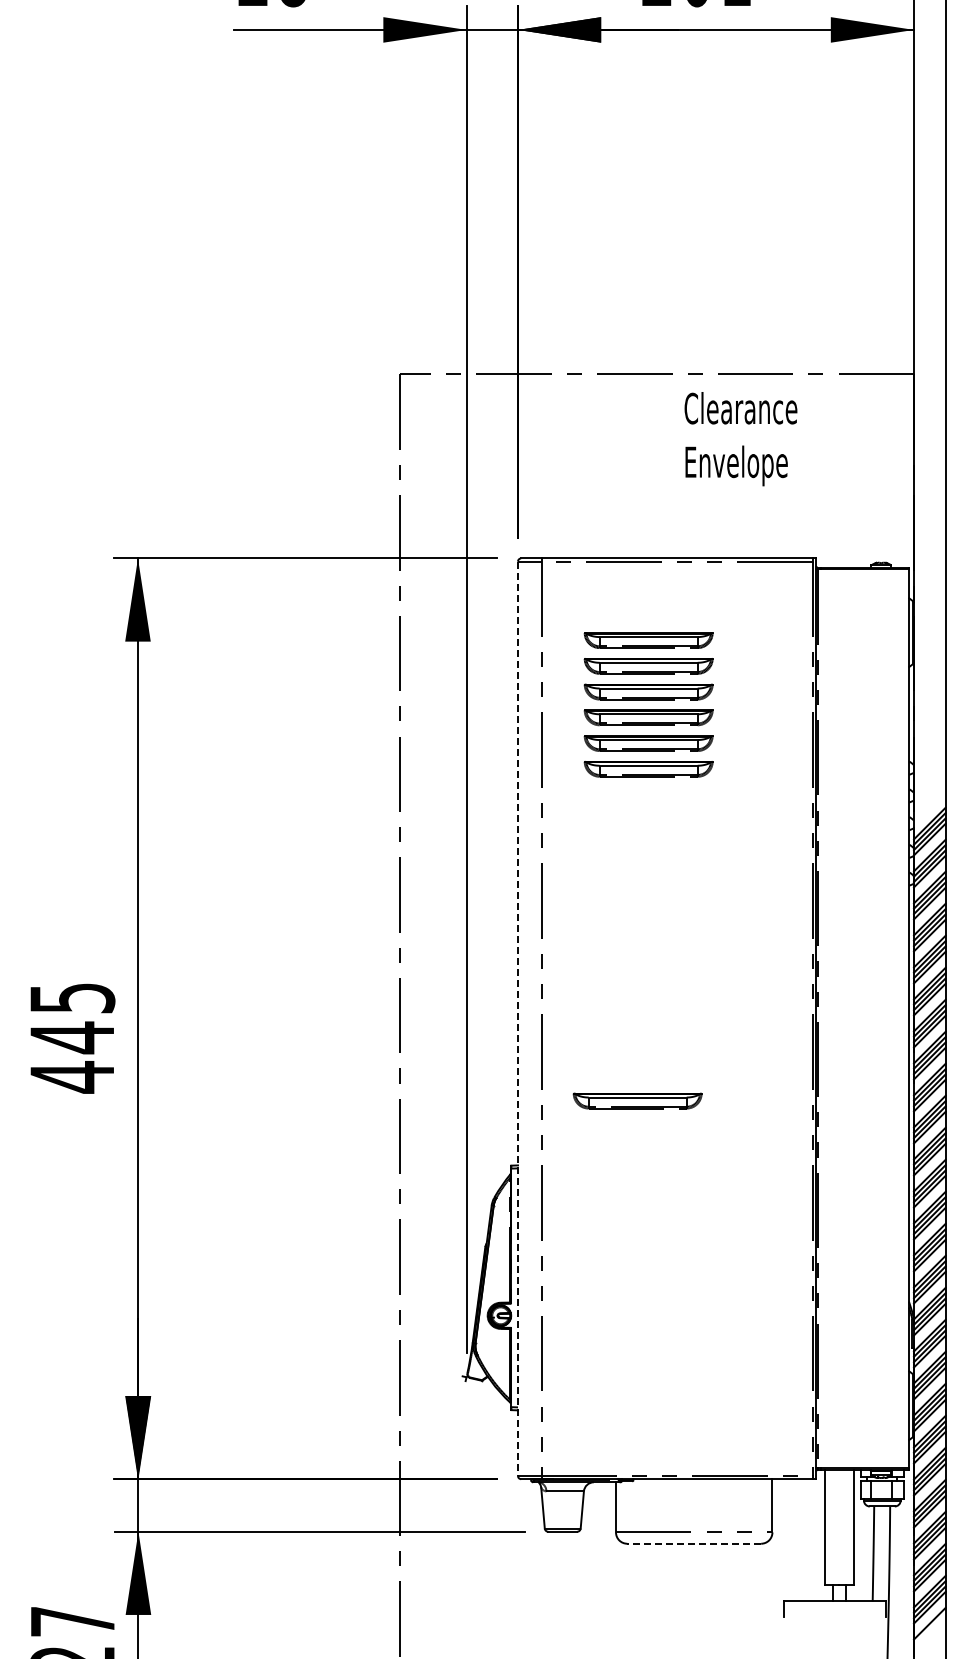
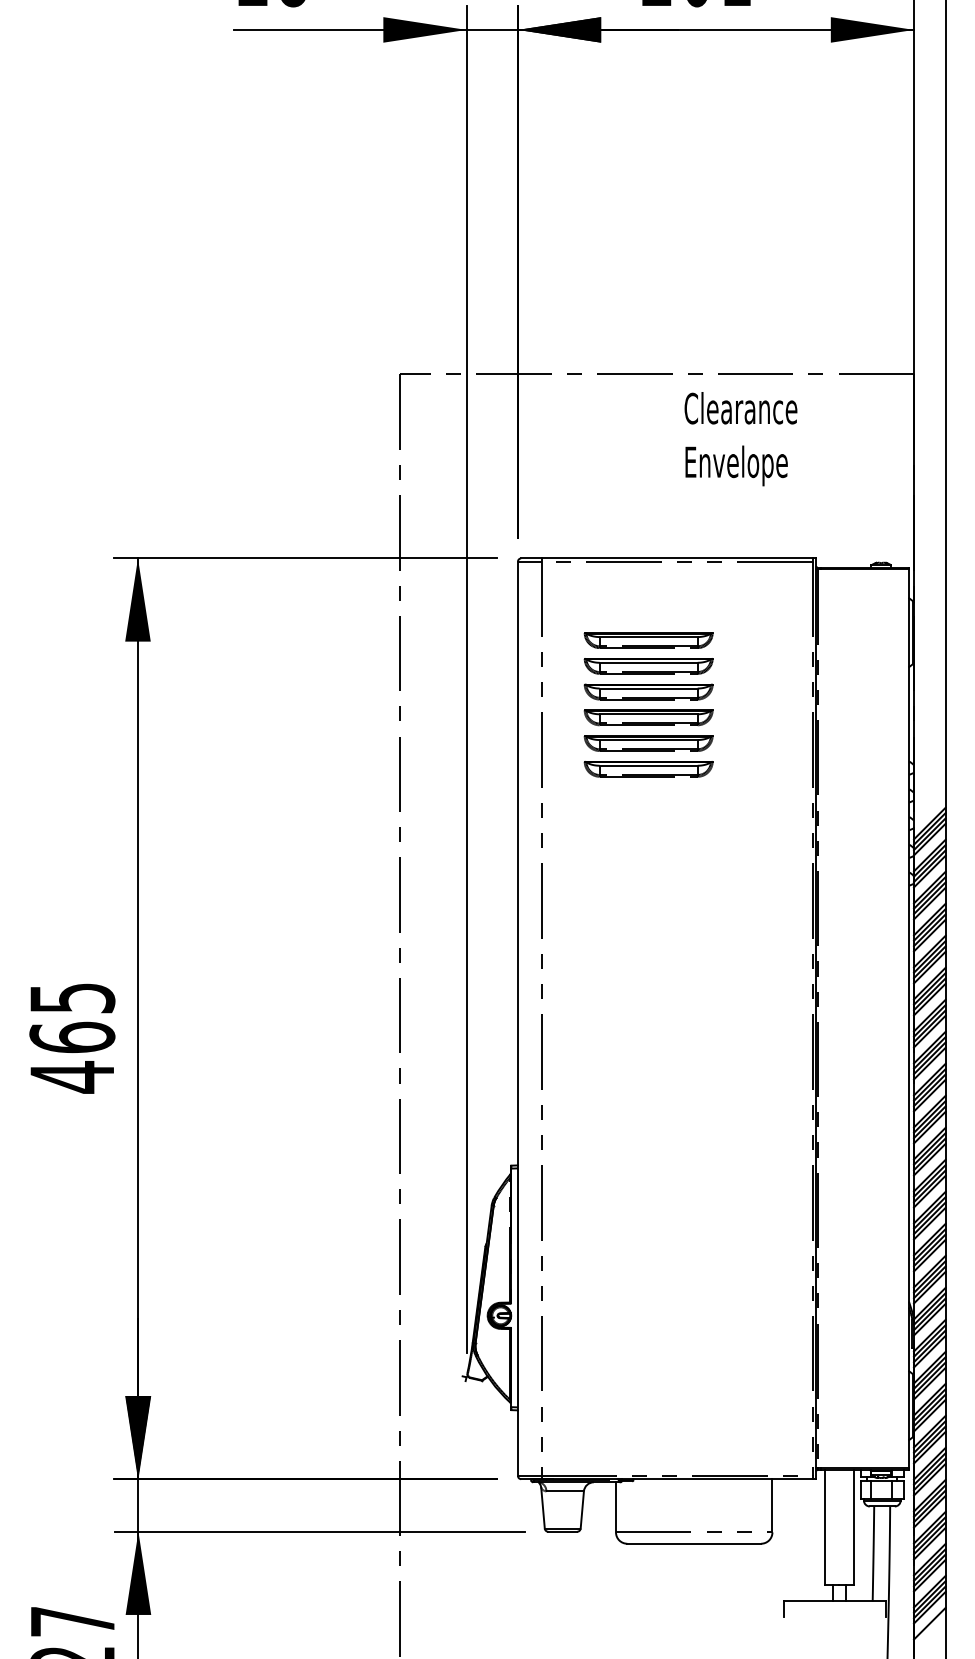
line at (518, 1019): dashed -> solid
text at (72, 1037): 445 -> 465
part at (637, 1100): present -> none
line at (694, 1543): dashed -> solid
